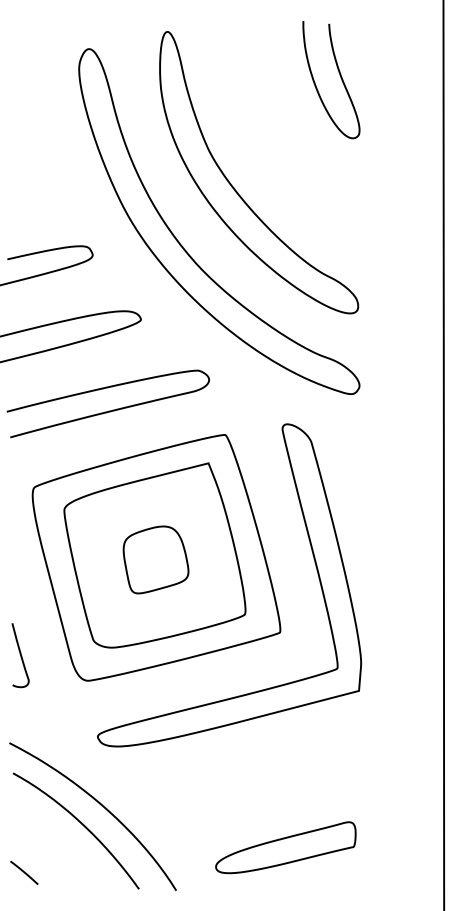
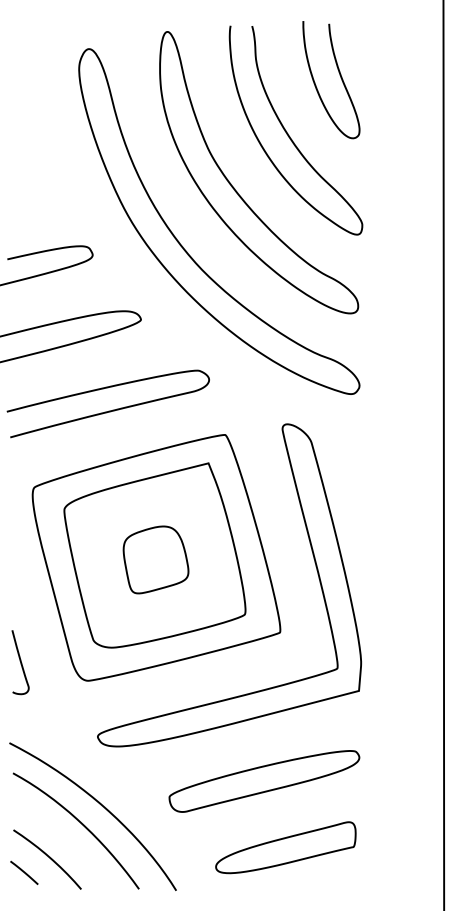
curve at (288, 133): none -> present
curve at (20, 655) position: (20, 655) -> (20, 662)
part at (264, 781): none -> present
curve at (48, 857): none -> present
